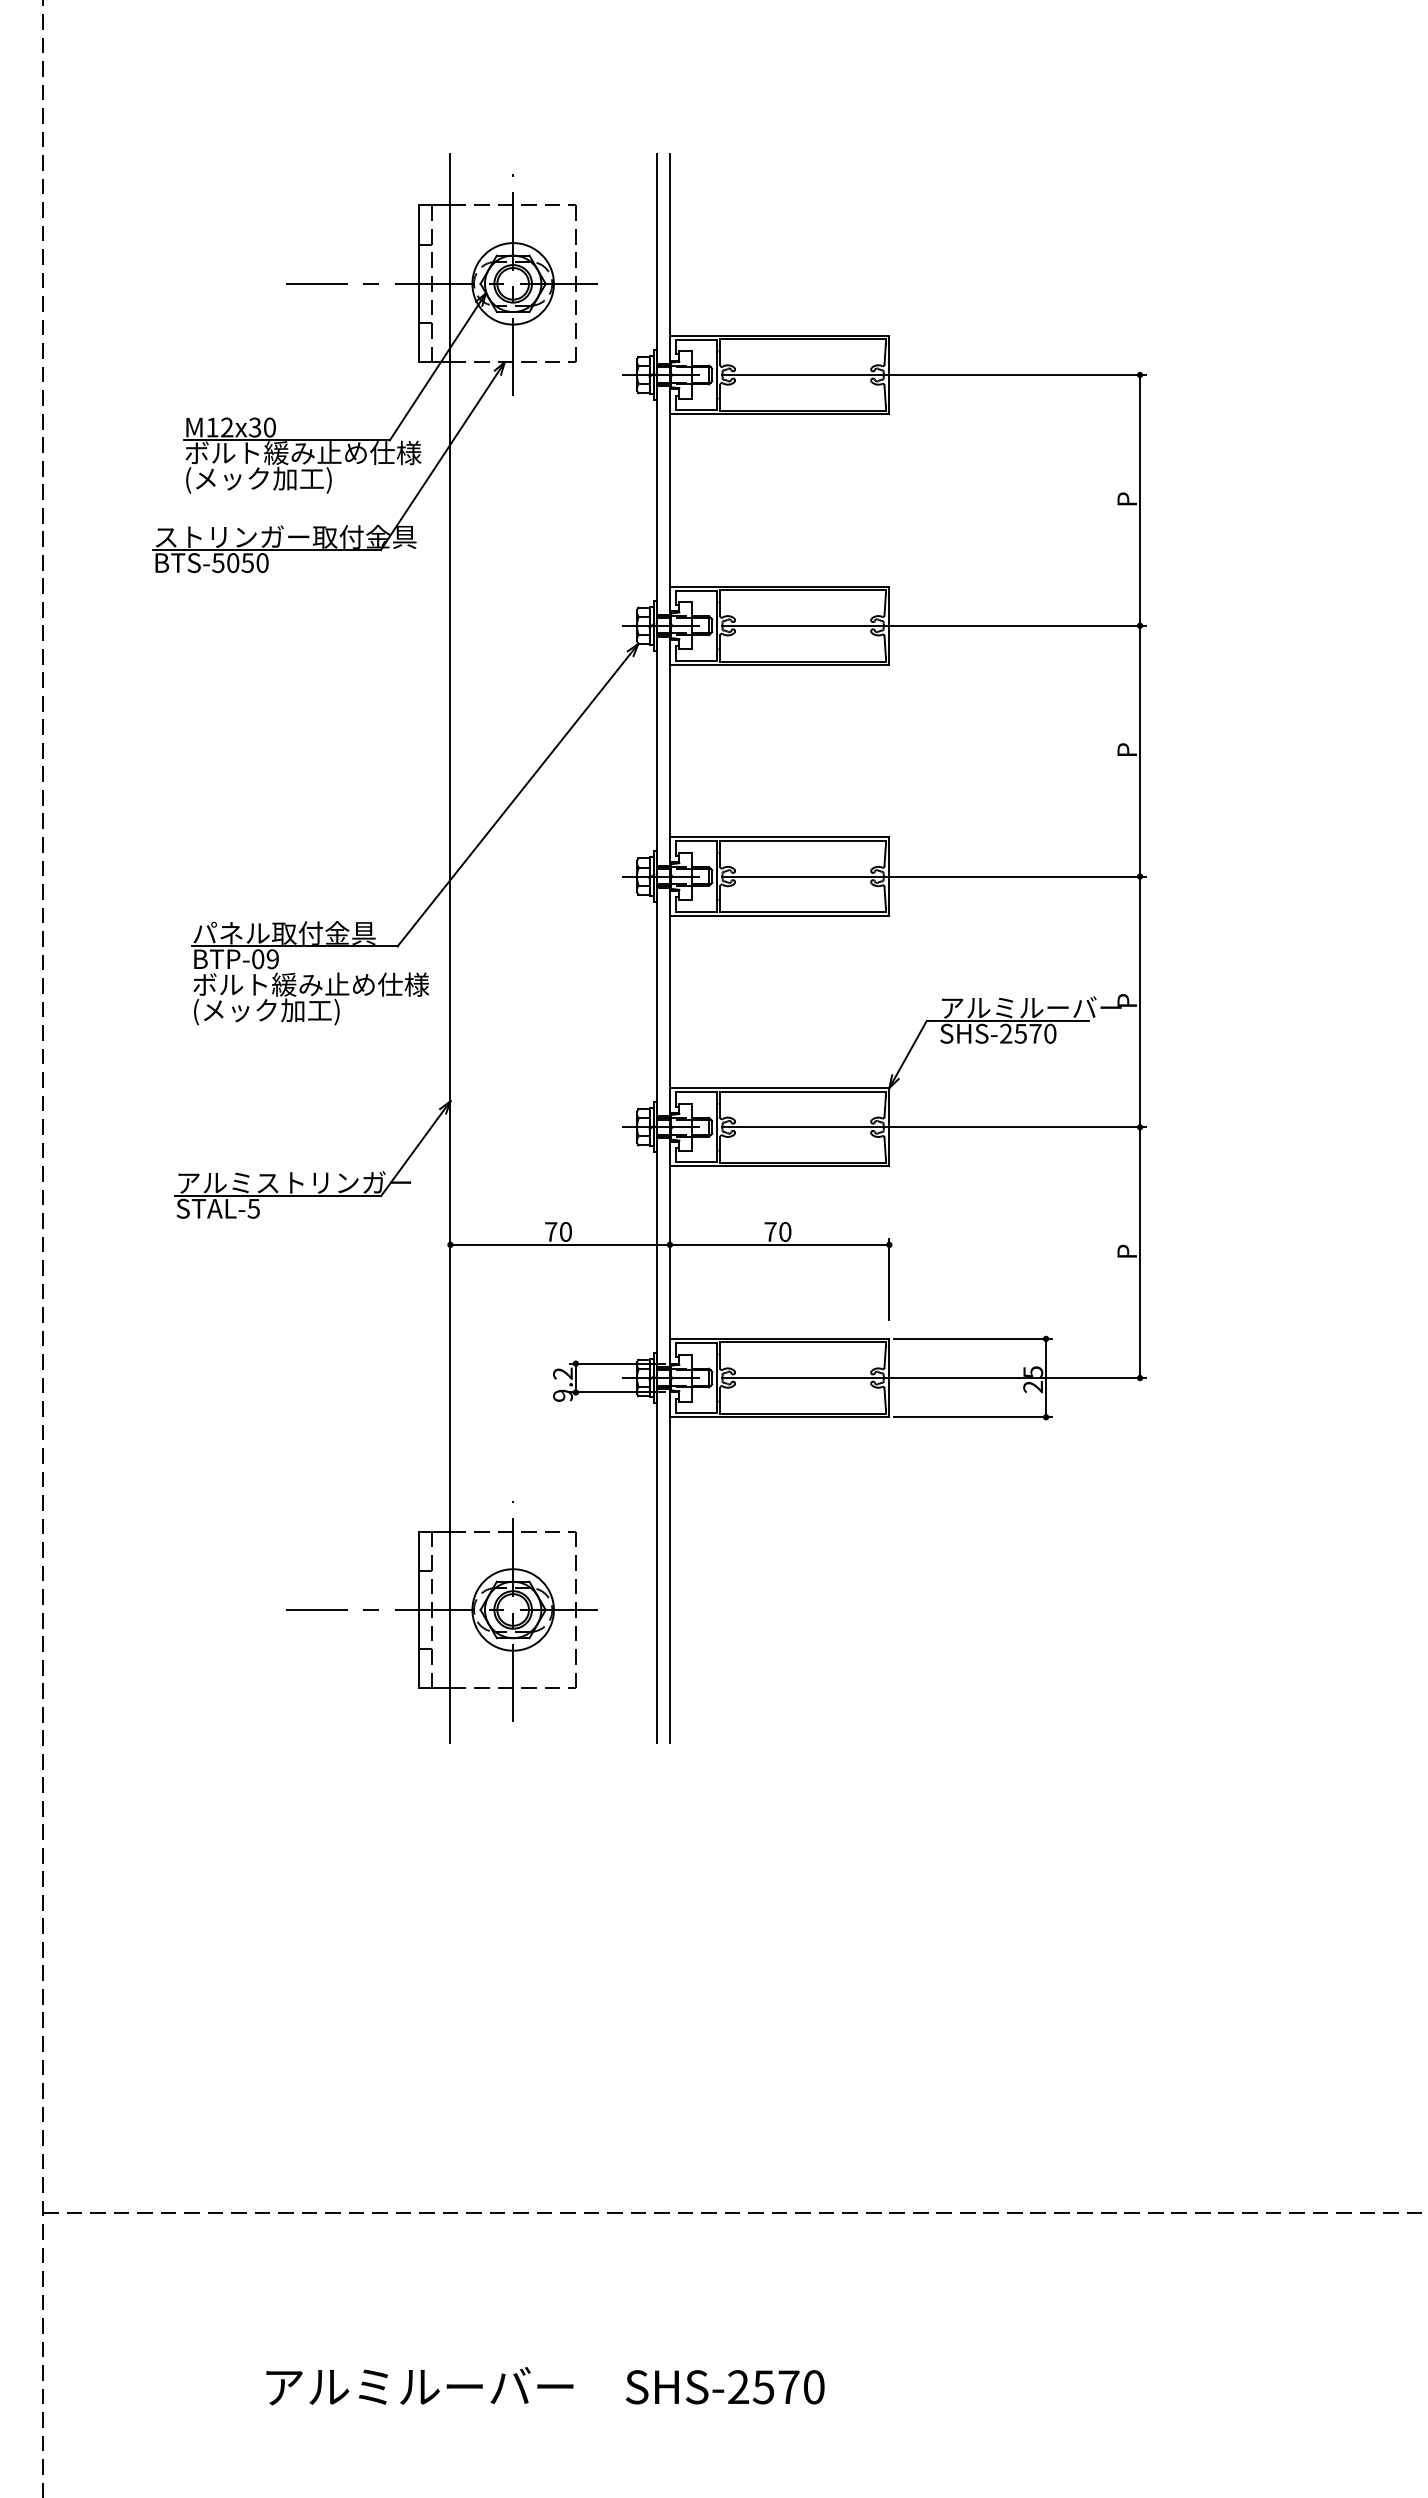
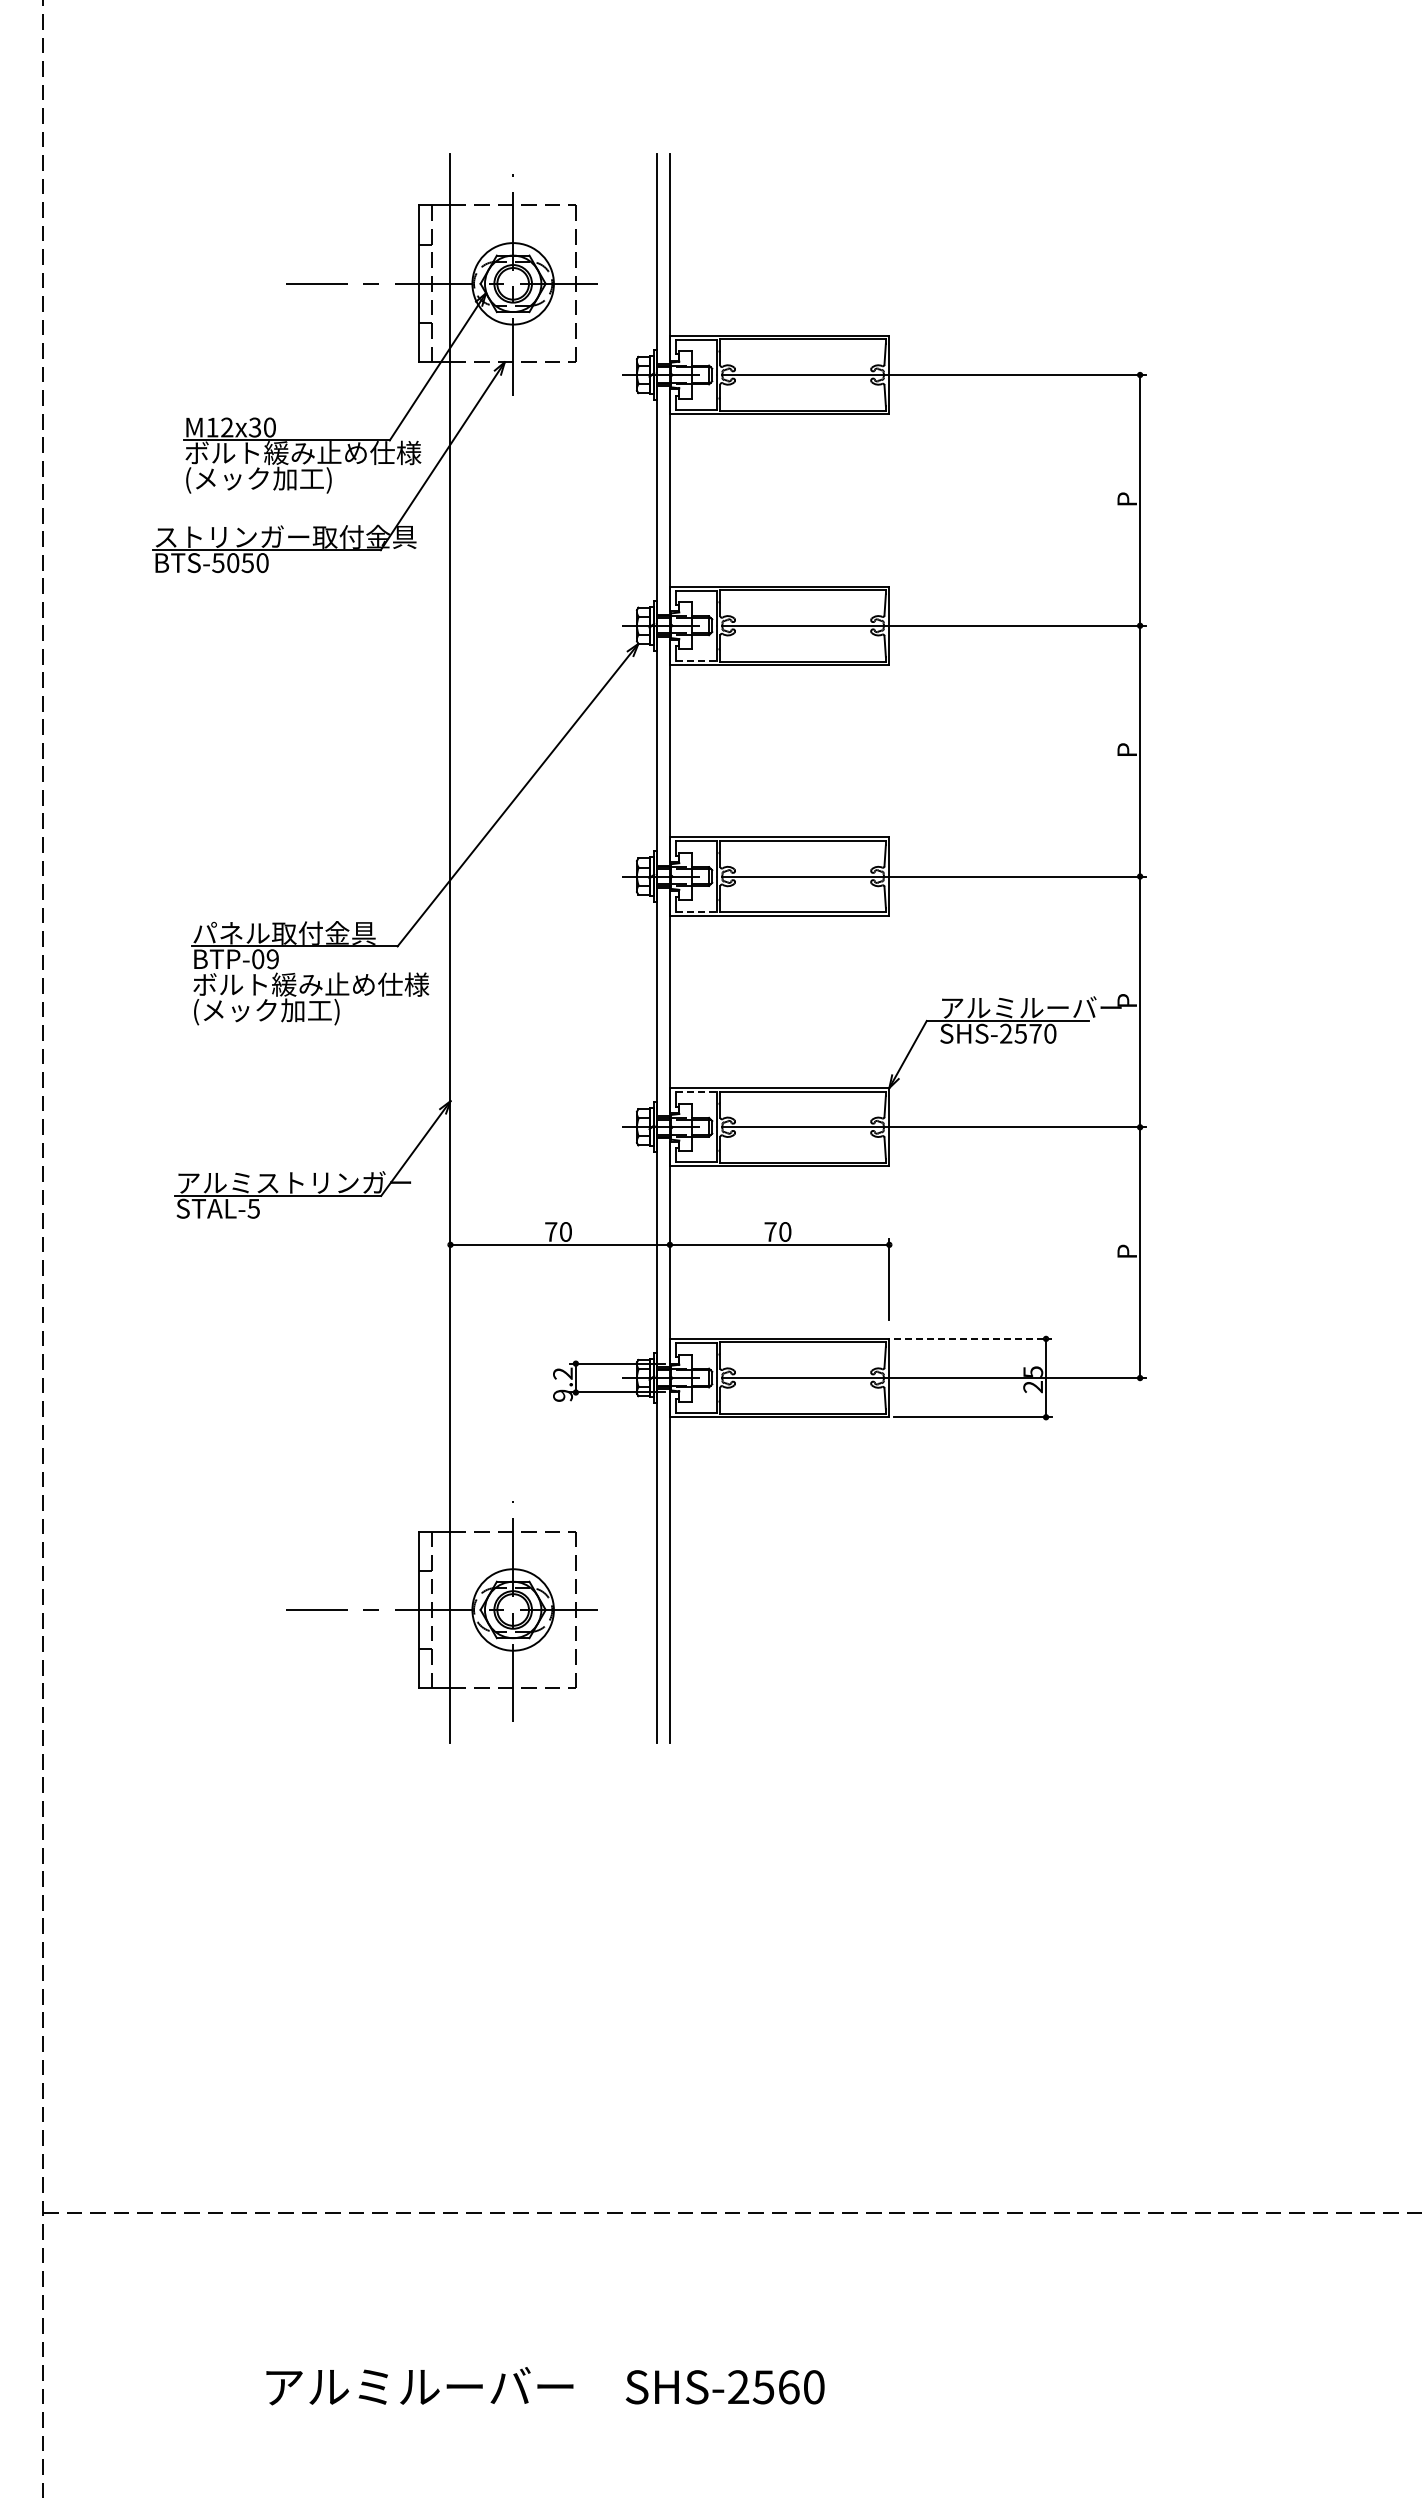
line at (697, 660): solid -> dashed
line at (697, 911): solid -> dashed
line at (697, 1092): solid -> dashed
line at (973, 1338): solid -> dashed
text at (788, 2387): SHS-2570 -> SHS-2560
